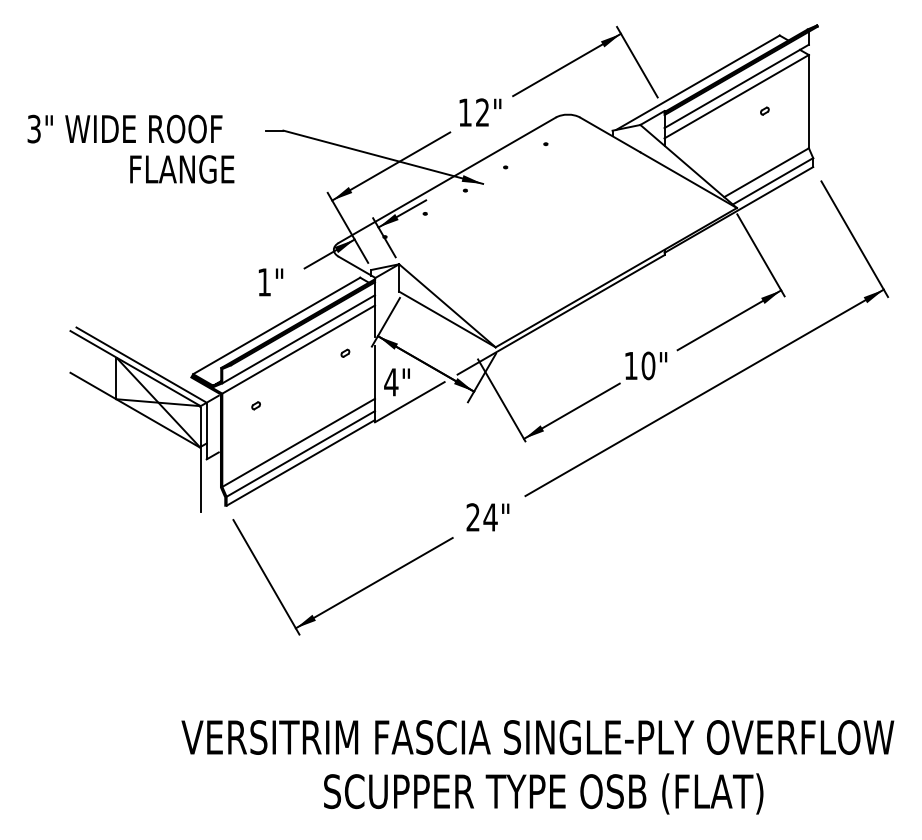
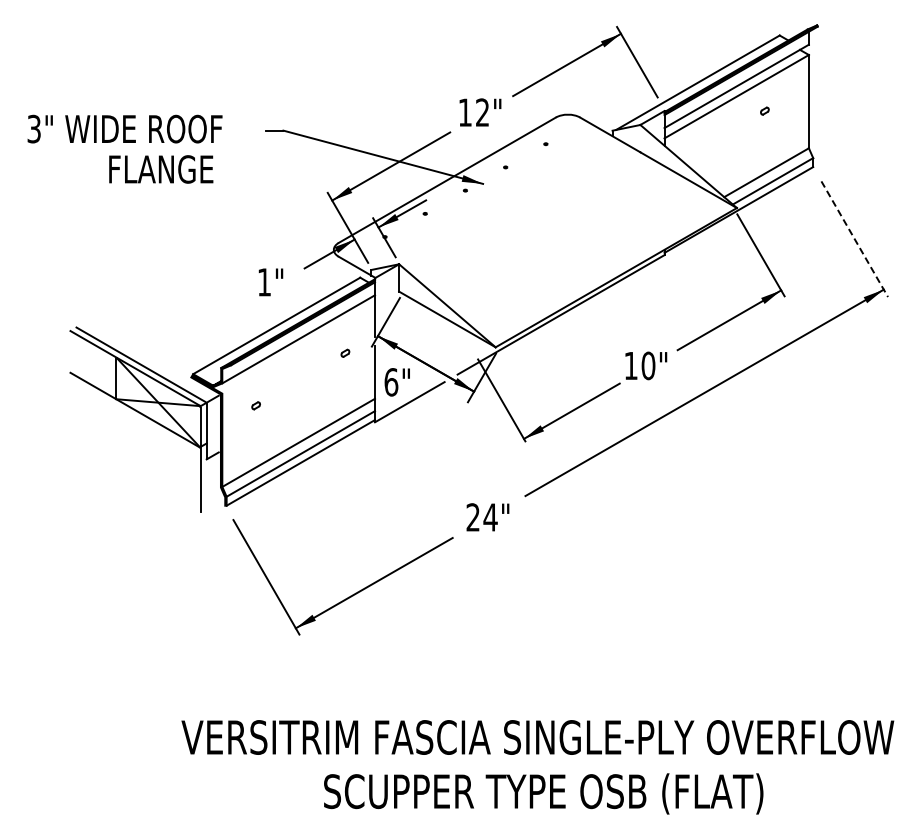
text at (182, 169) position: (182, 169) -> (161, 169)
line at (854, 239): solid -> dashed
line at (298, 349): present -> none
text at (391, 382): 4" -> 6"
